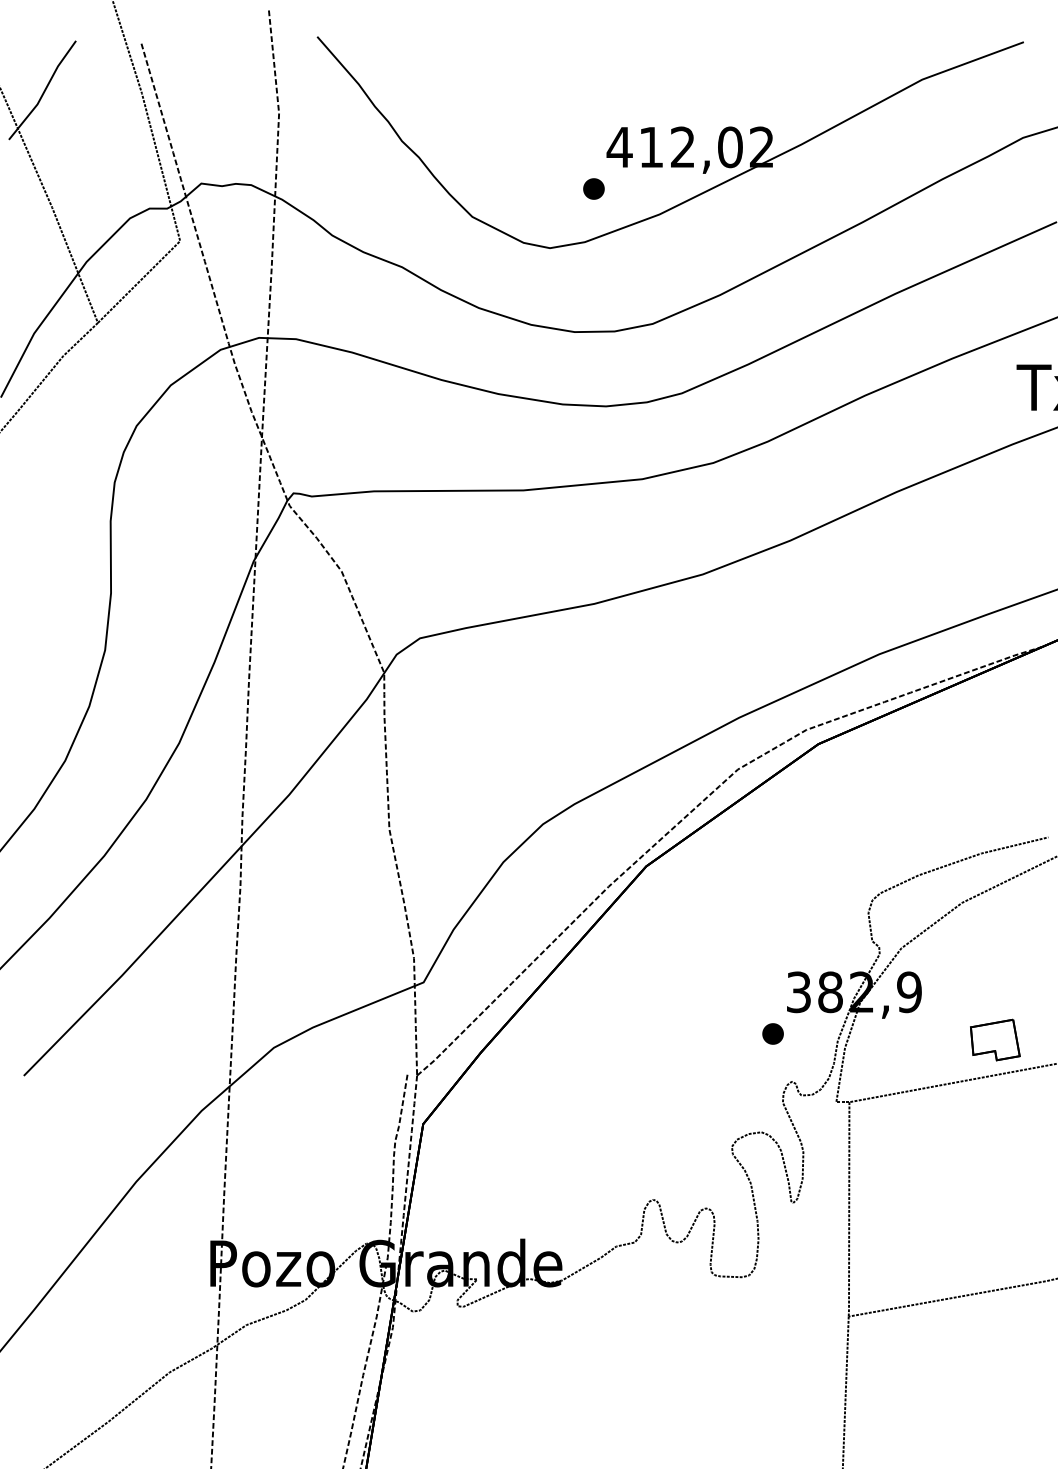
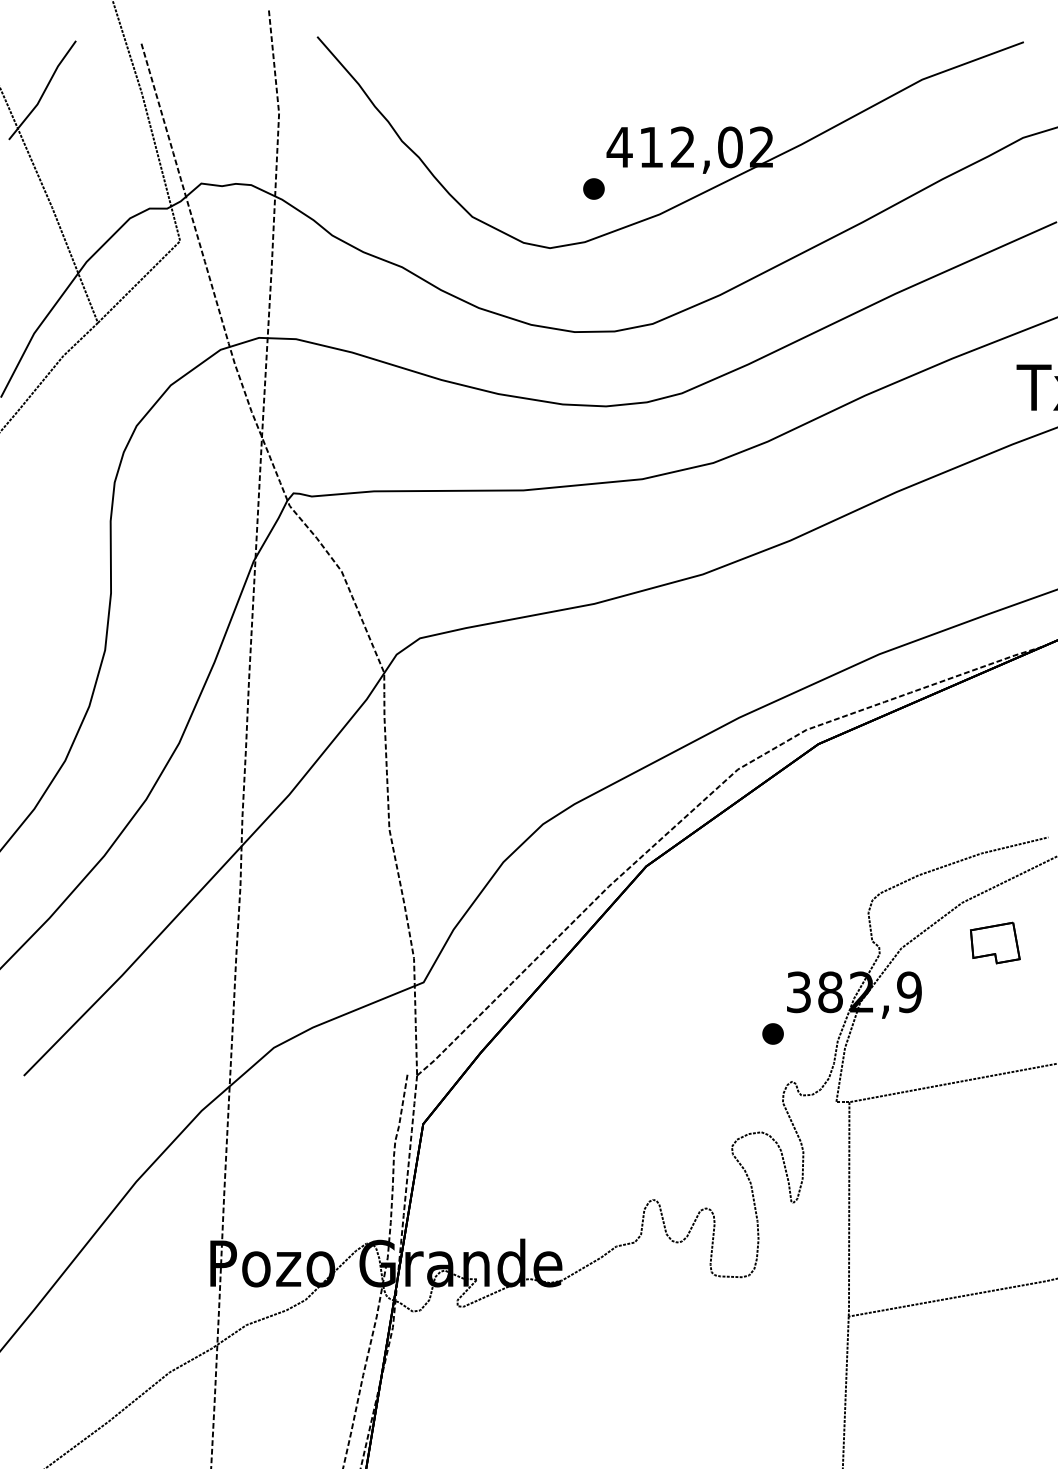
part at (995, 1039) position: (995, 1039) -> (995, 942)
